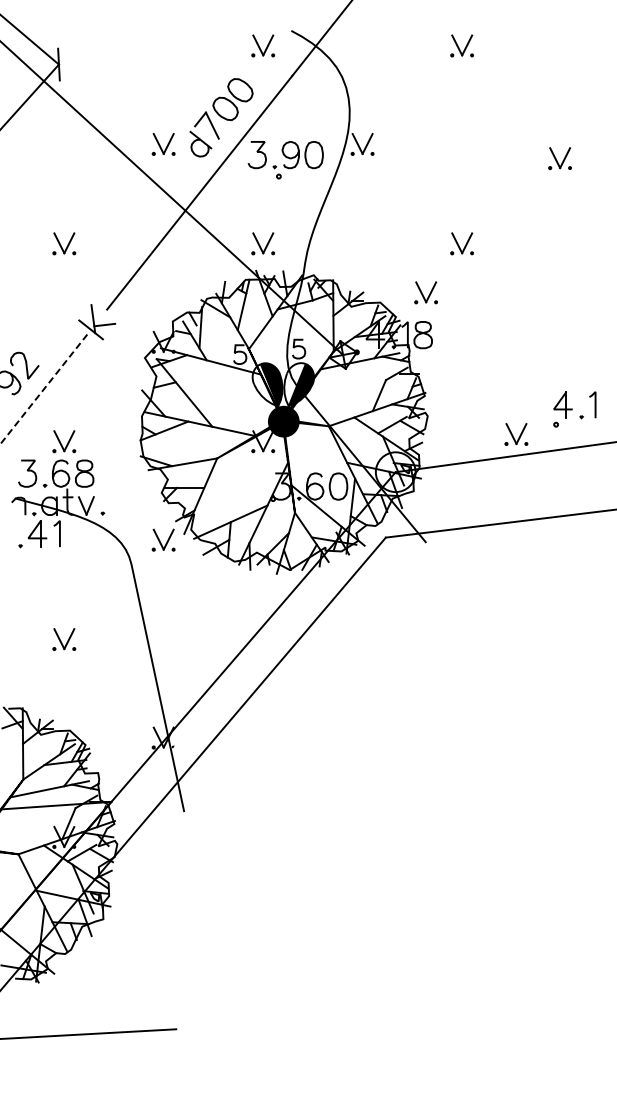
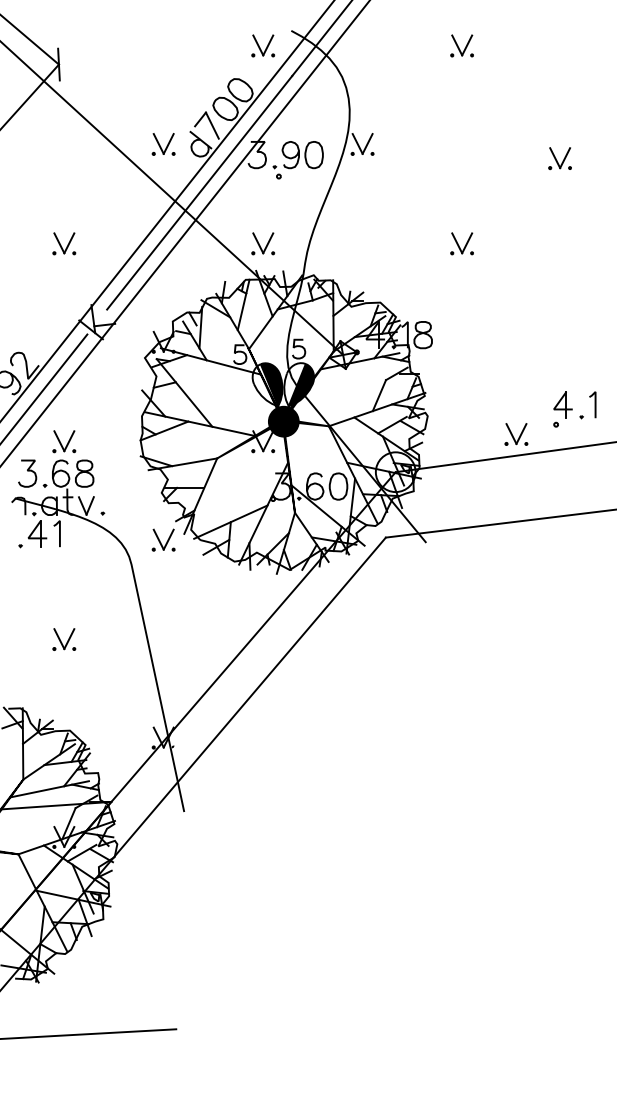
line at (167, 210): none -> present
line at (185, 233): none -> present
part at (425, 292): present -> none
line at (43, 389): dashed -> solid
